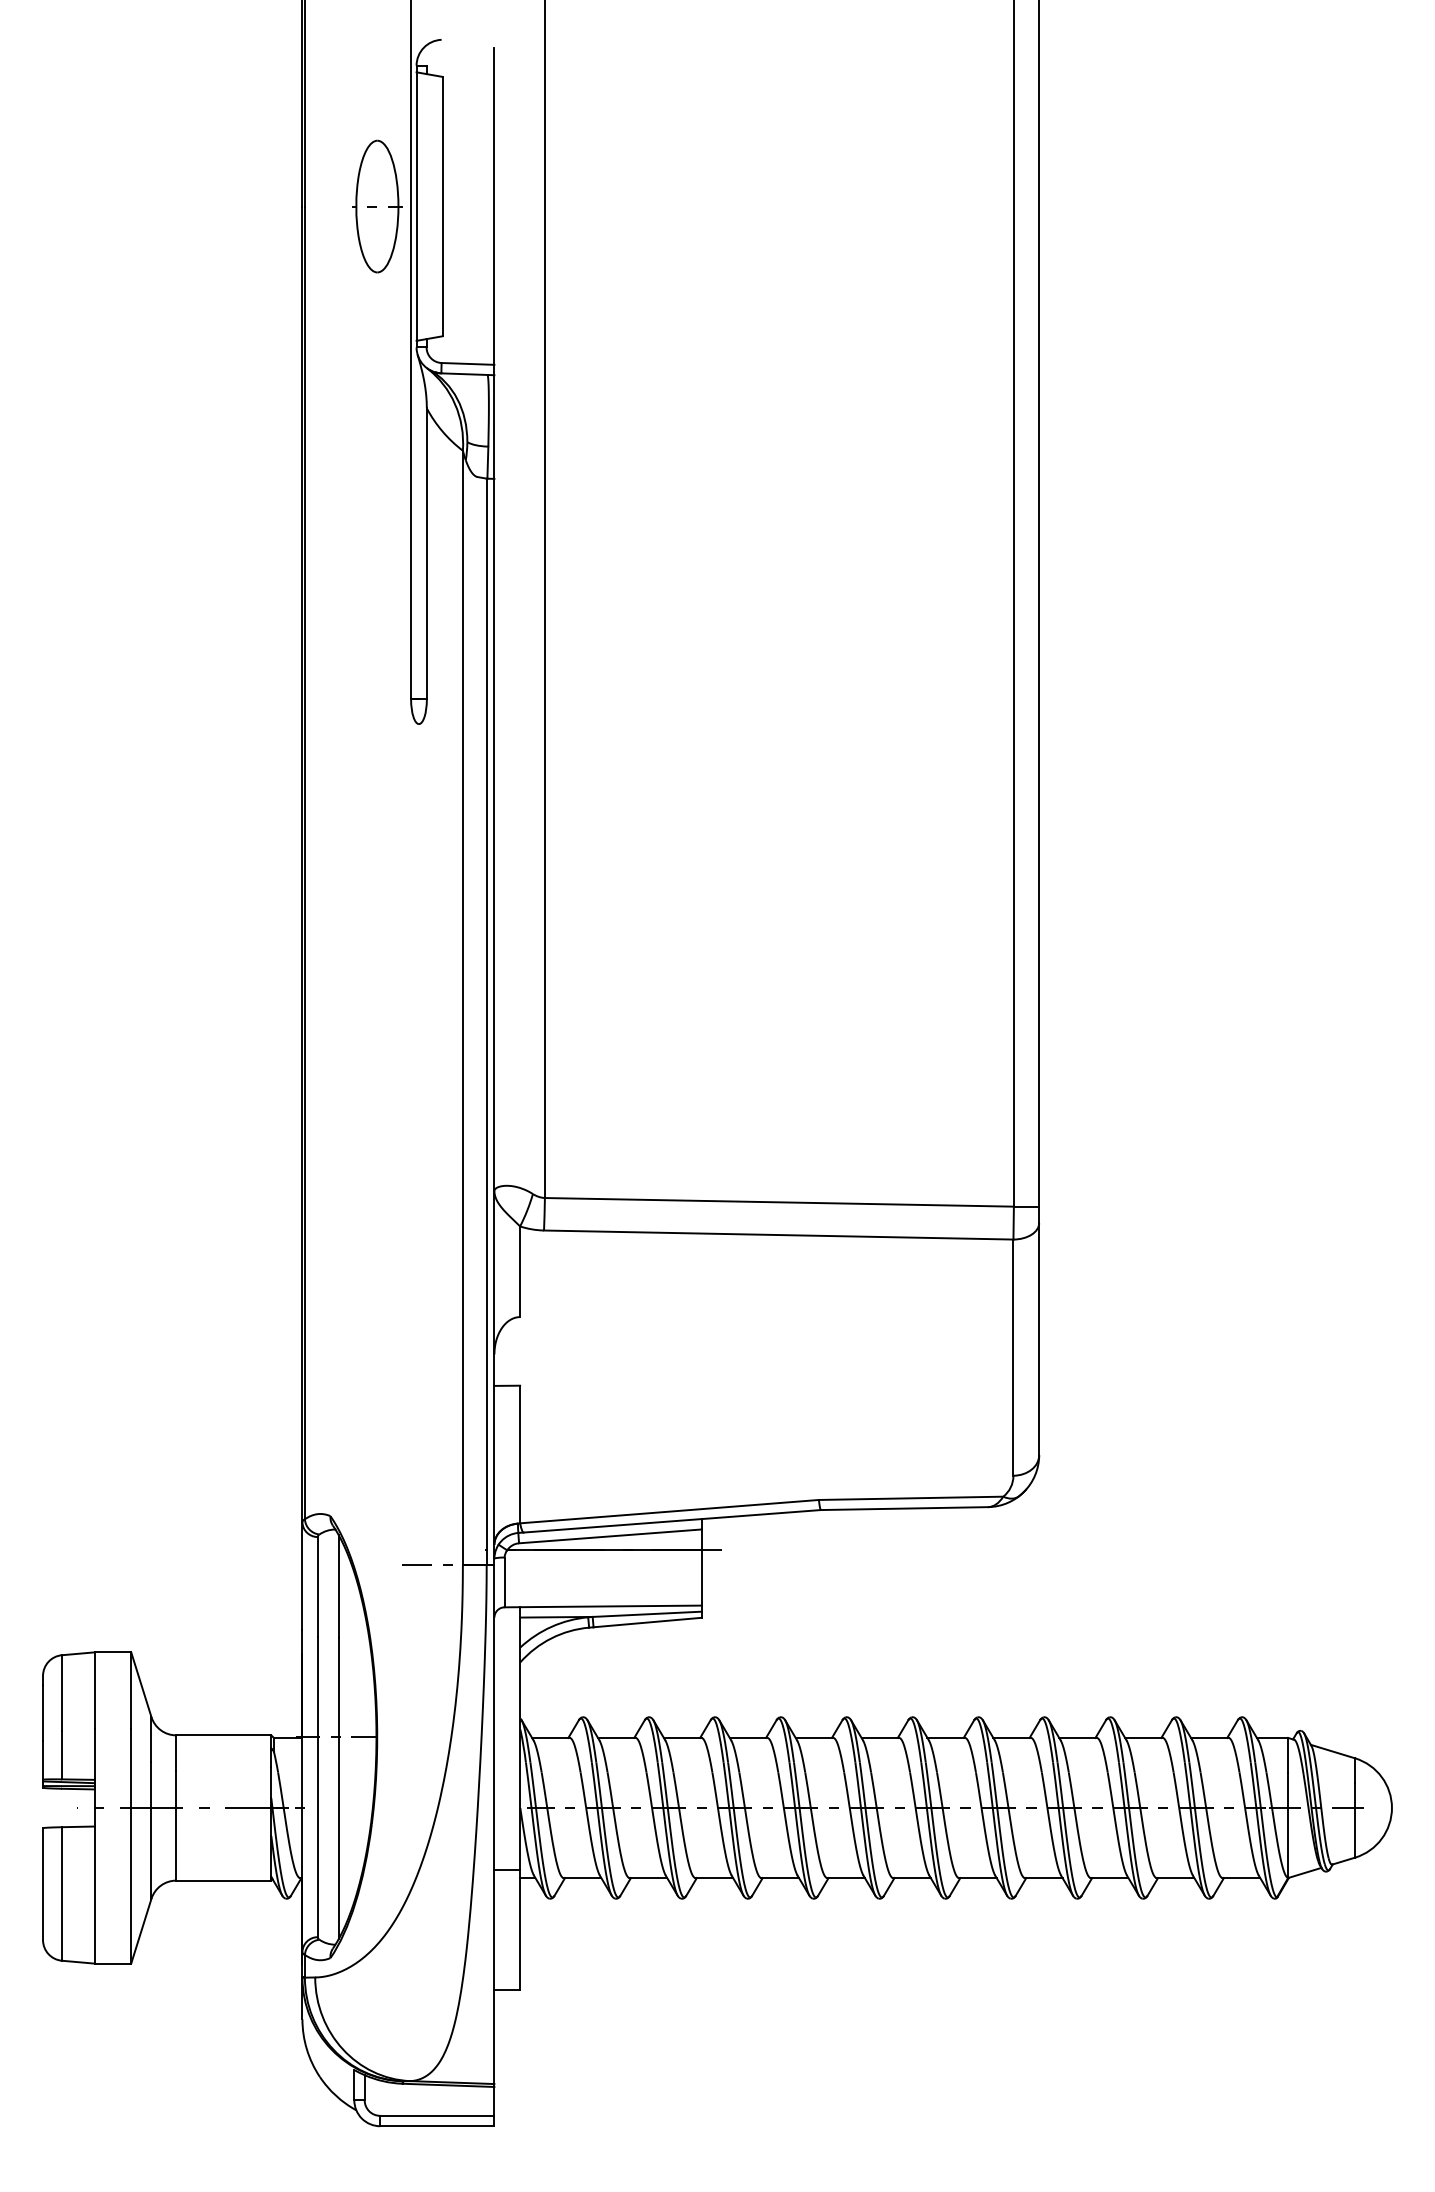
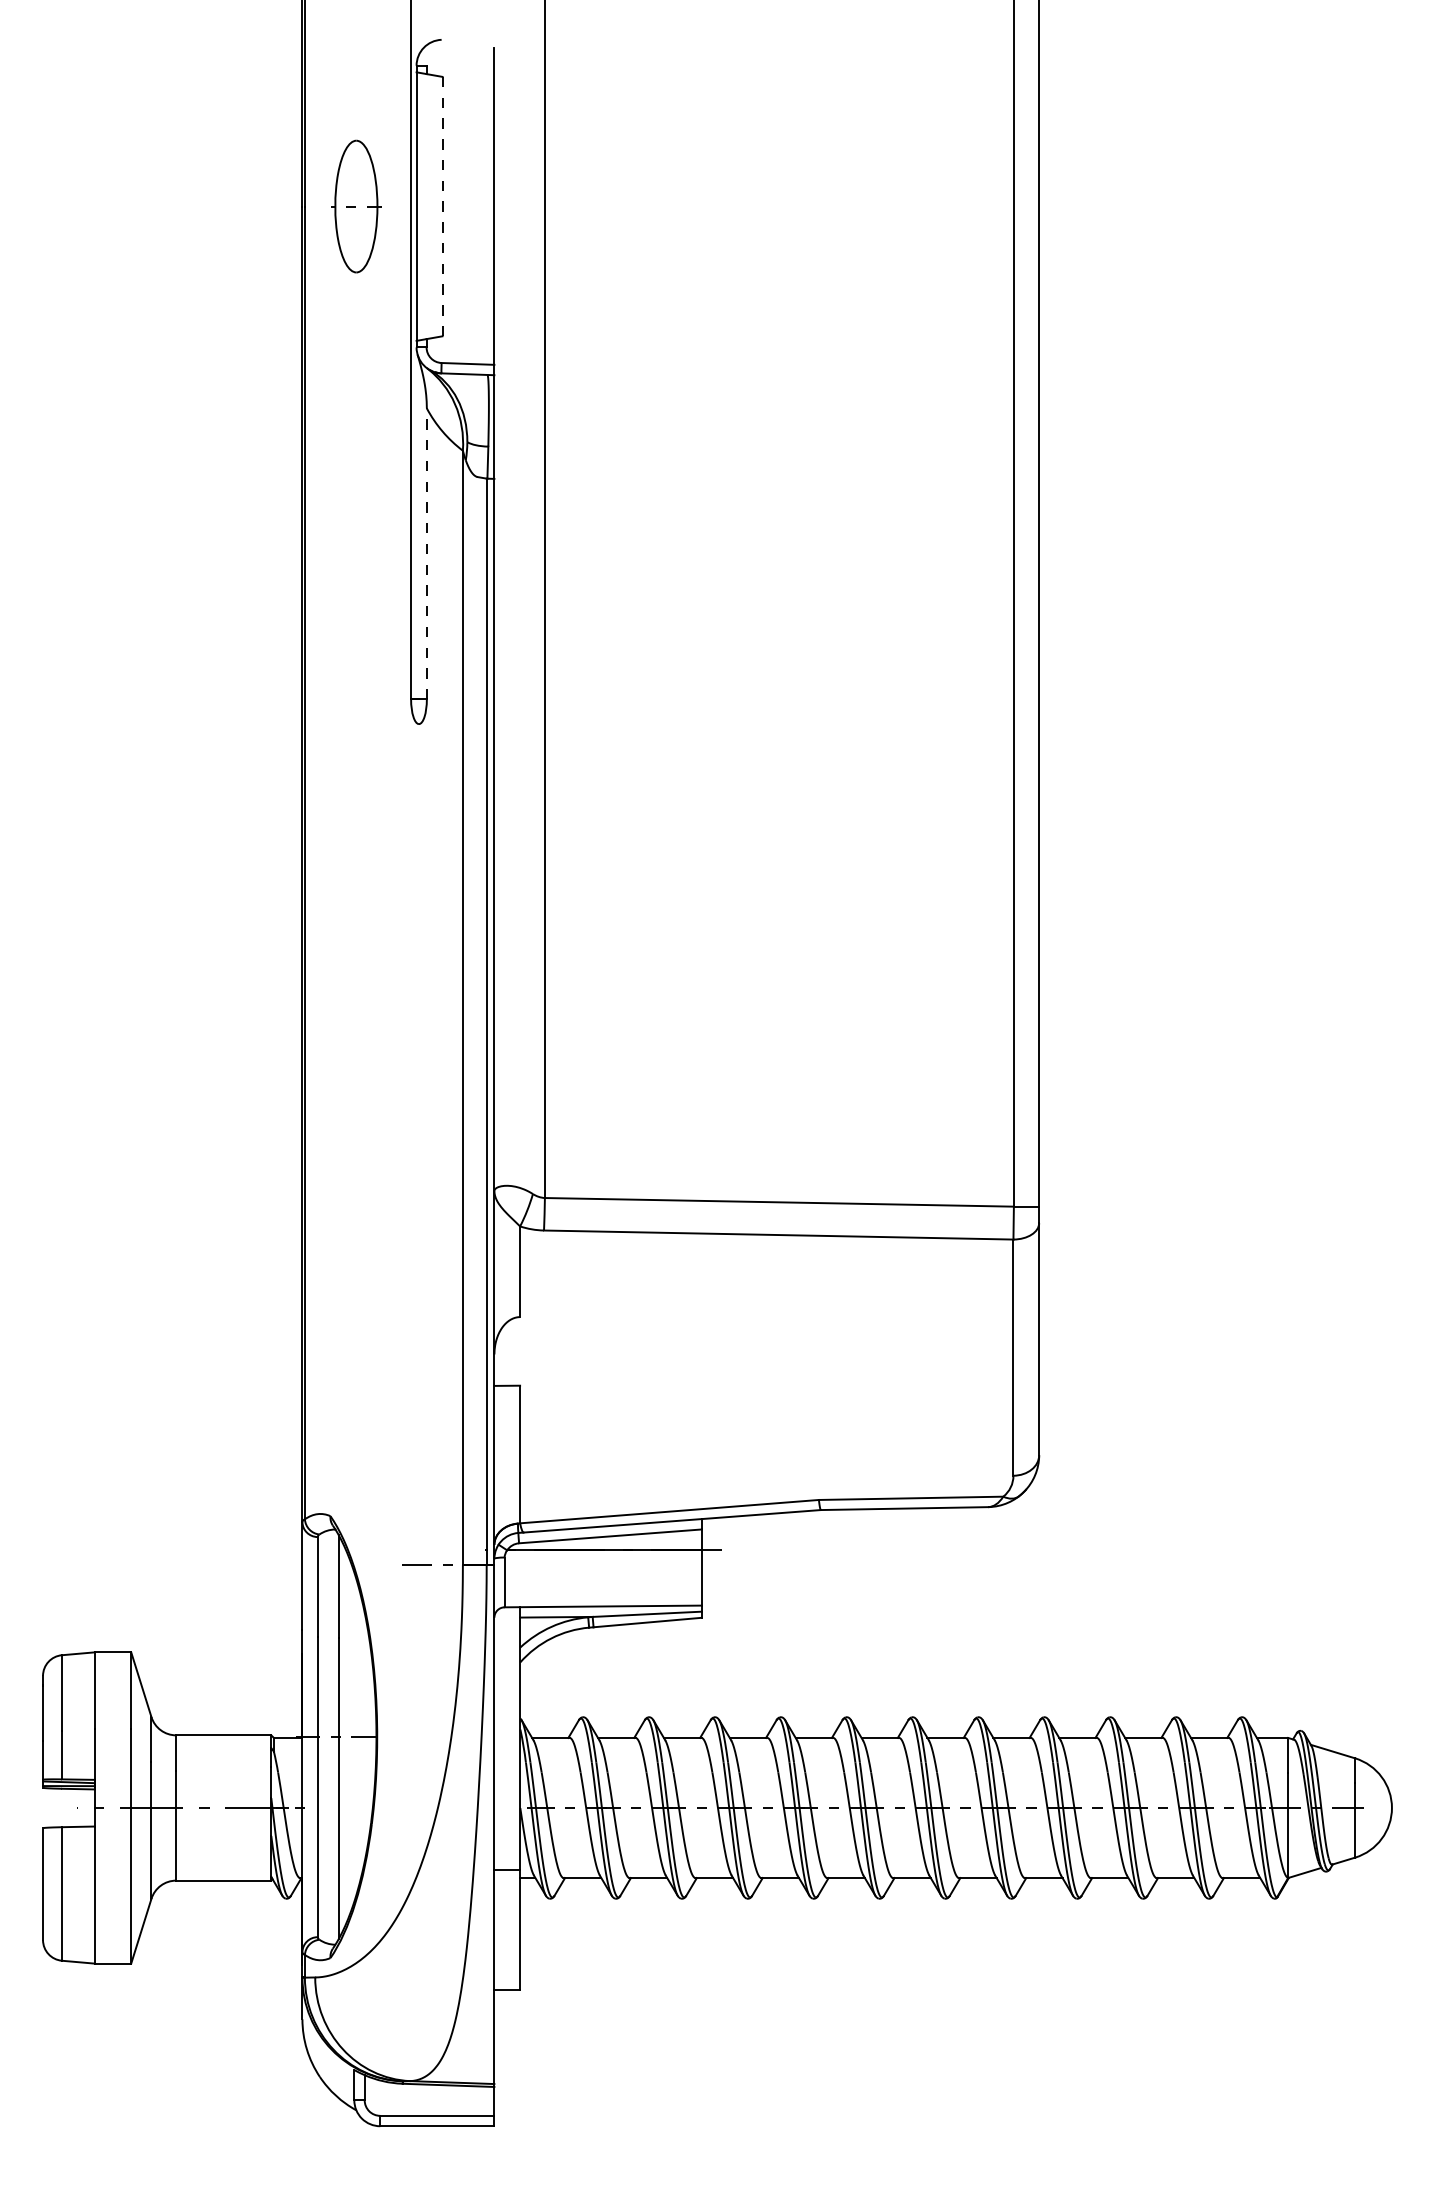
part at (377, 206) position: (377, 206) -> (356, 206)
line at (442, 206): solid -> dashed
line at (426, 553): solid -> dashed
